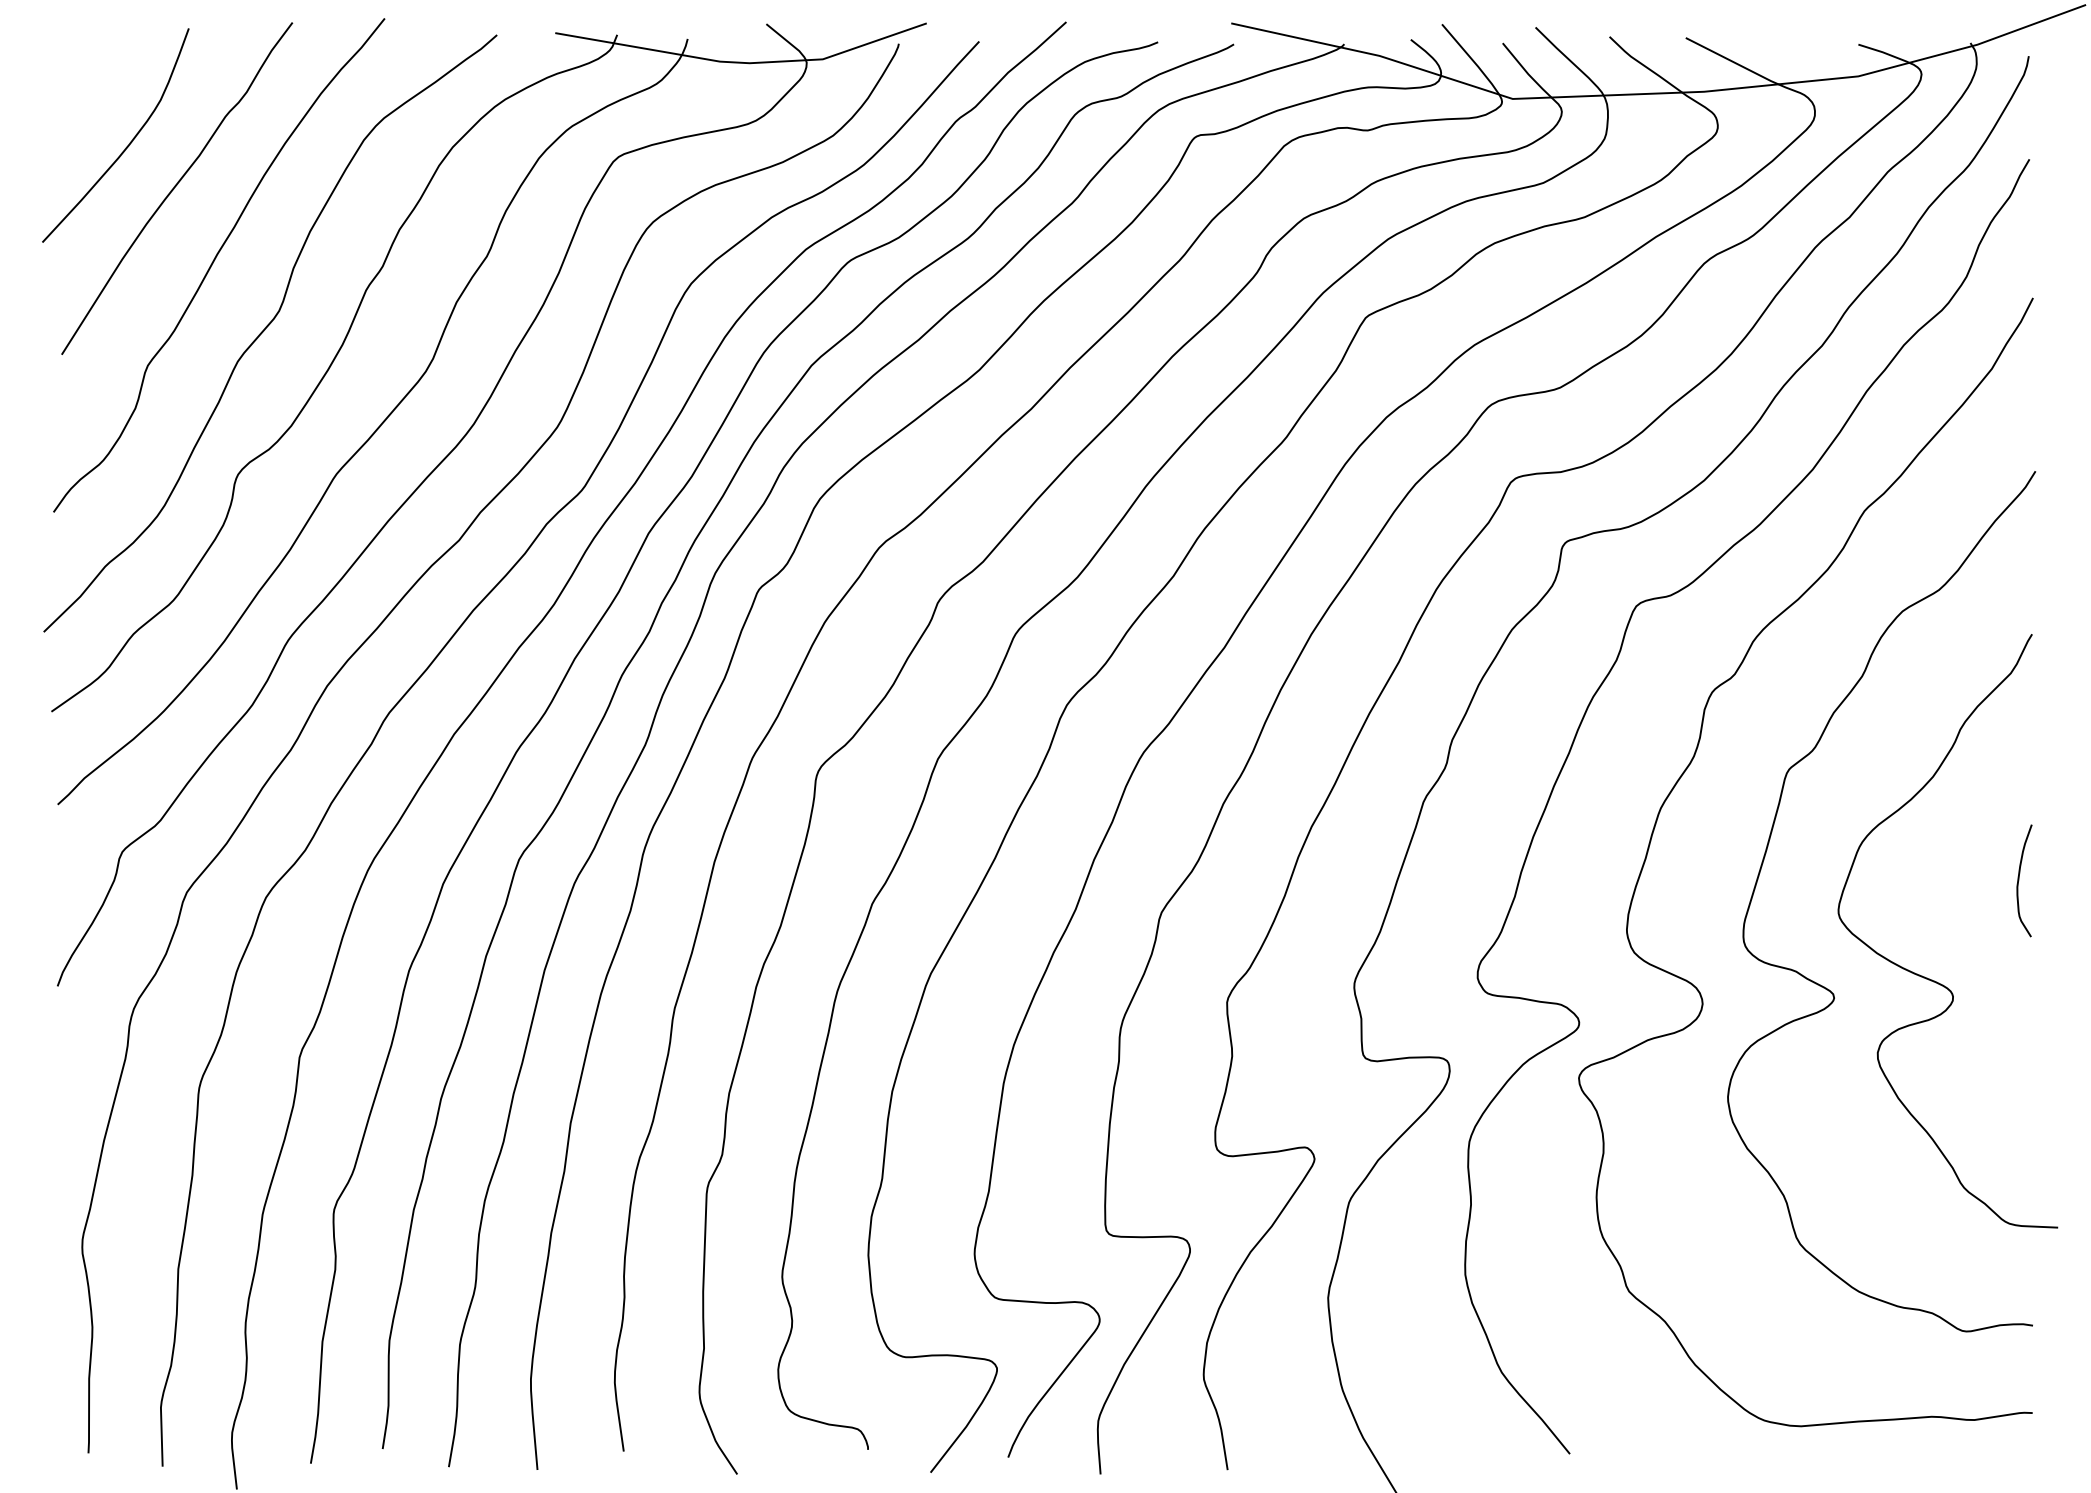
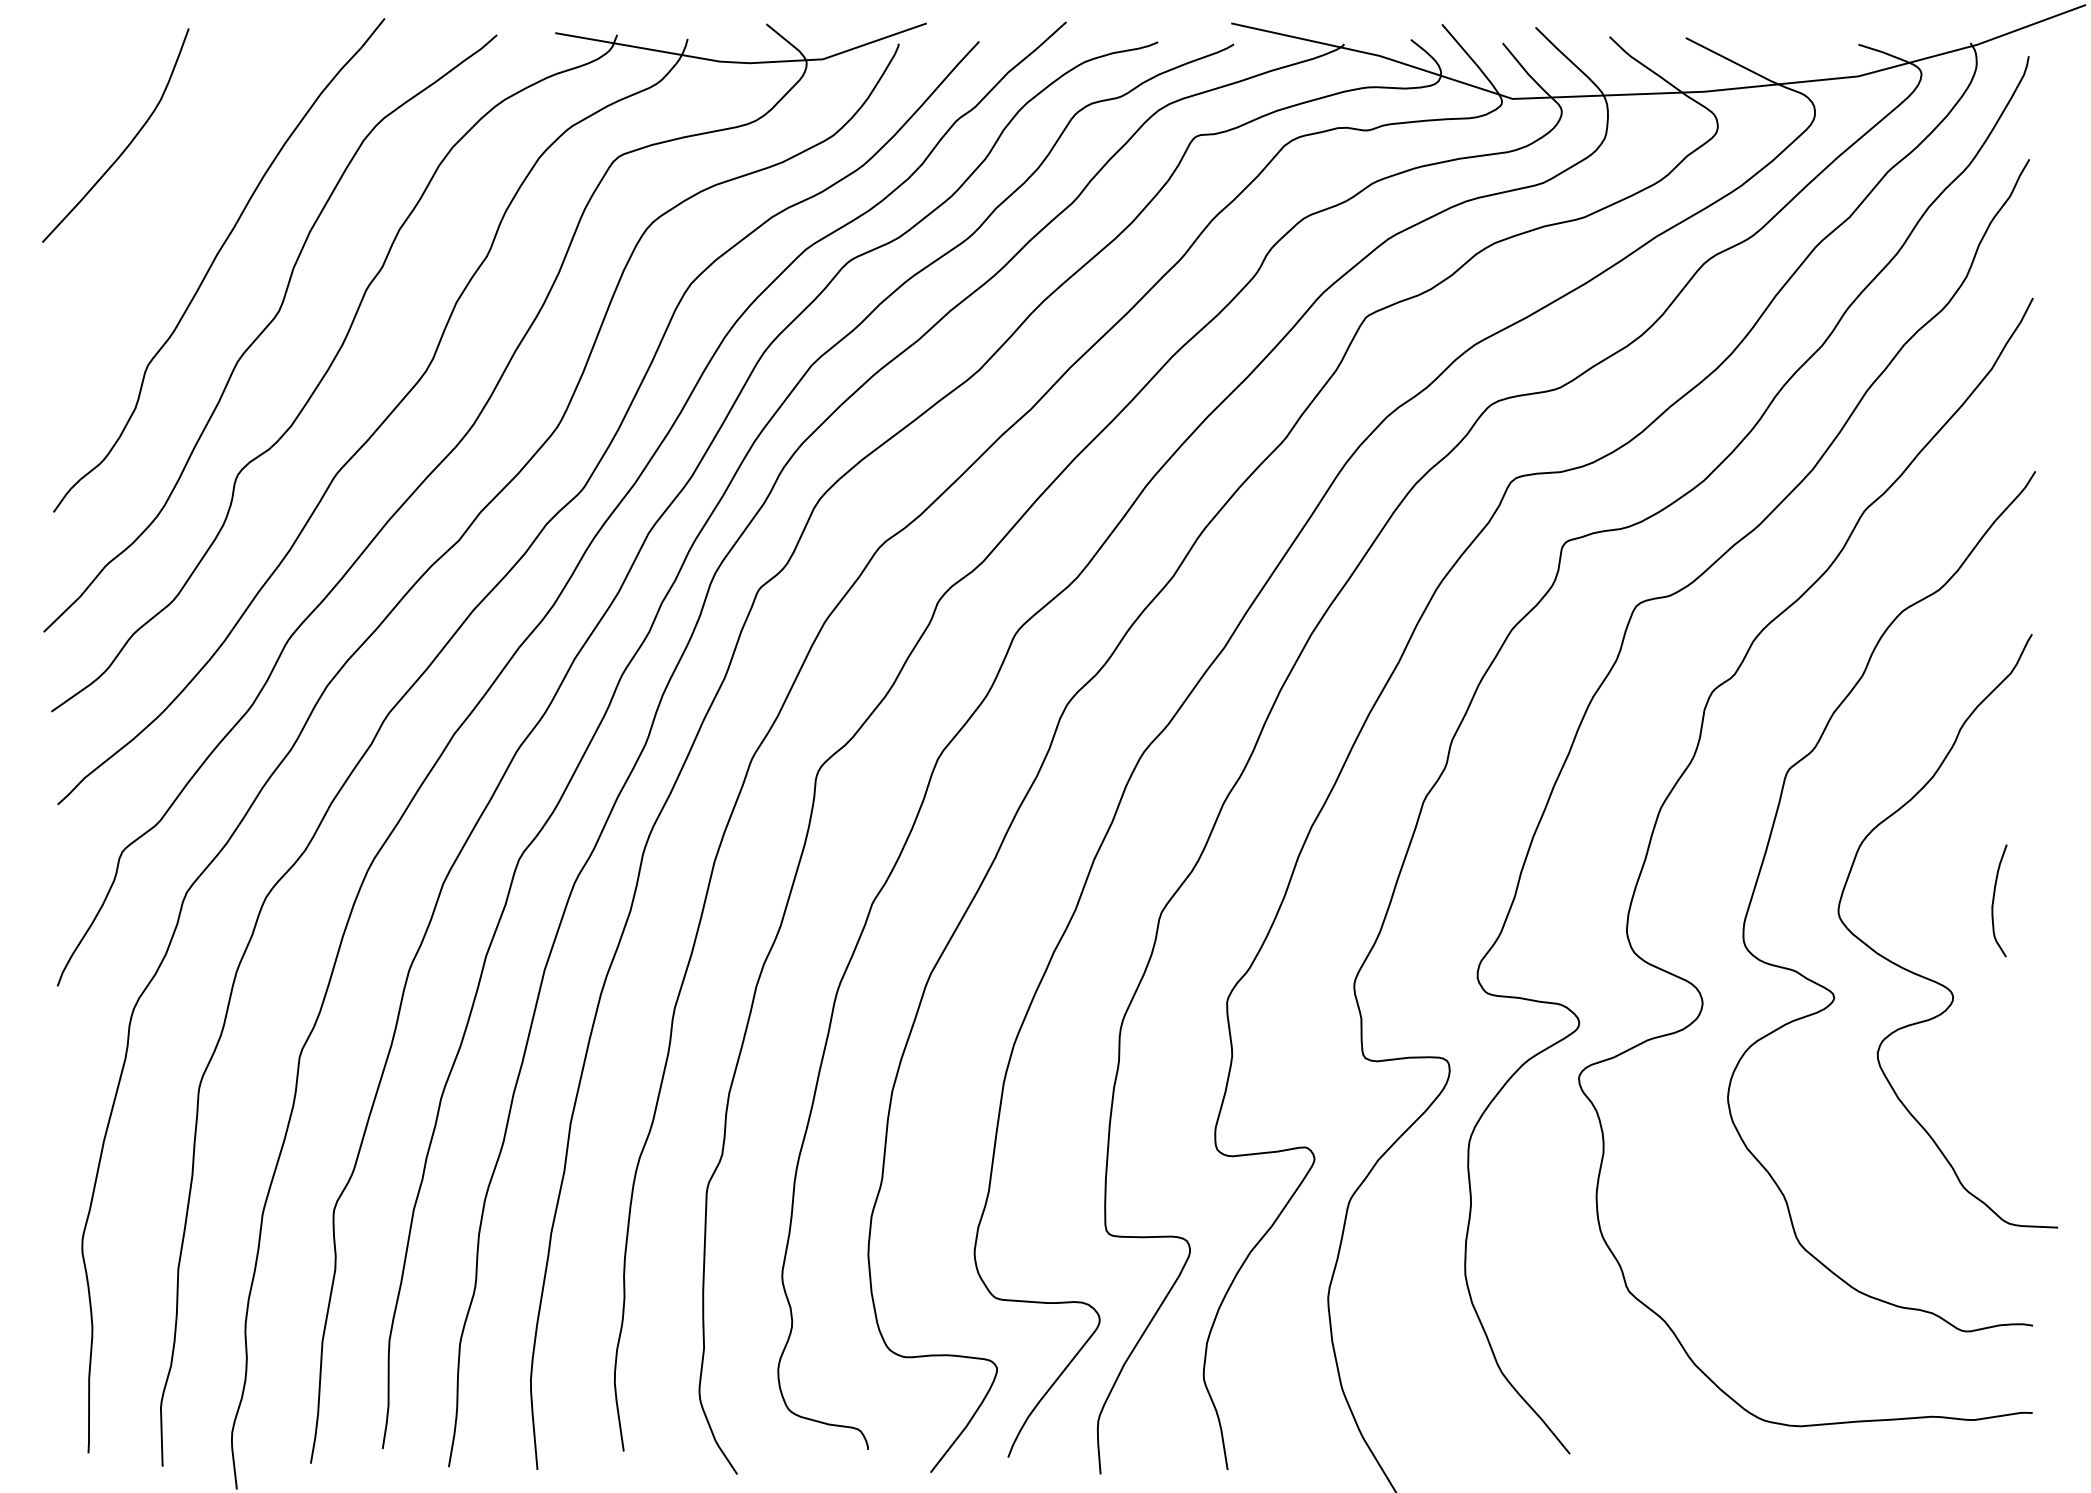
curve at (176, 186): present -> none
curve at (2019, 880) position: (2019, 880) -> (1994, 900)
